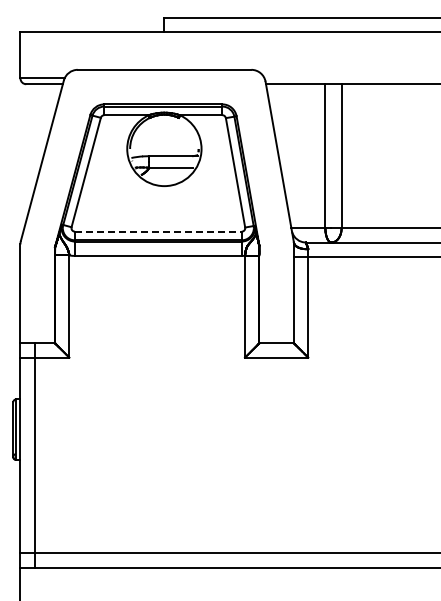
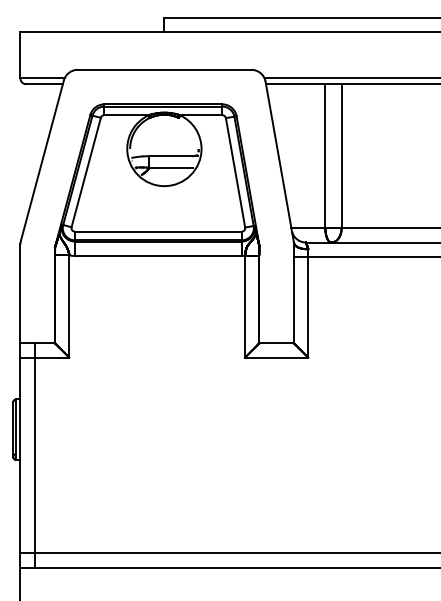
line at (350, 78): none -> present
line at (158, 231): dashed -> solid
